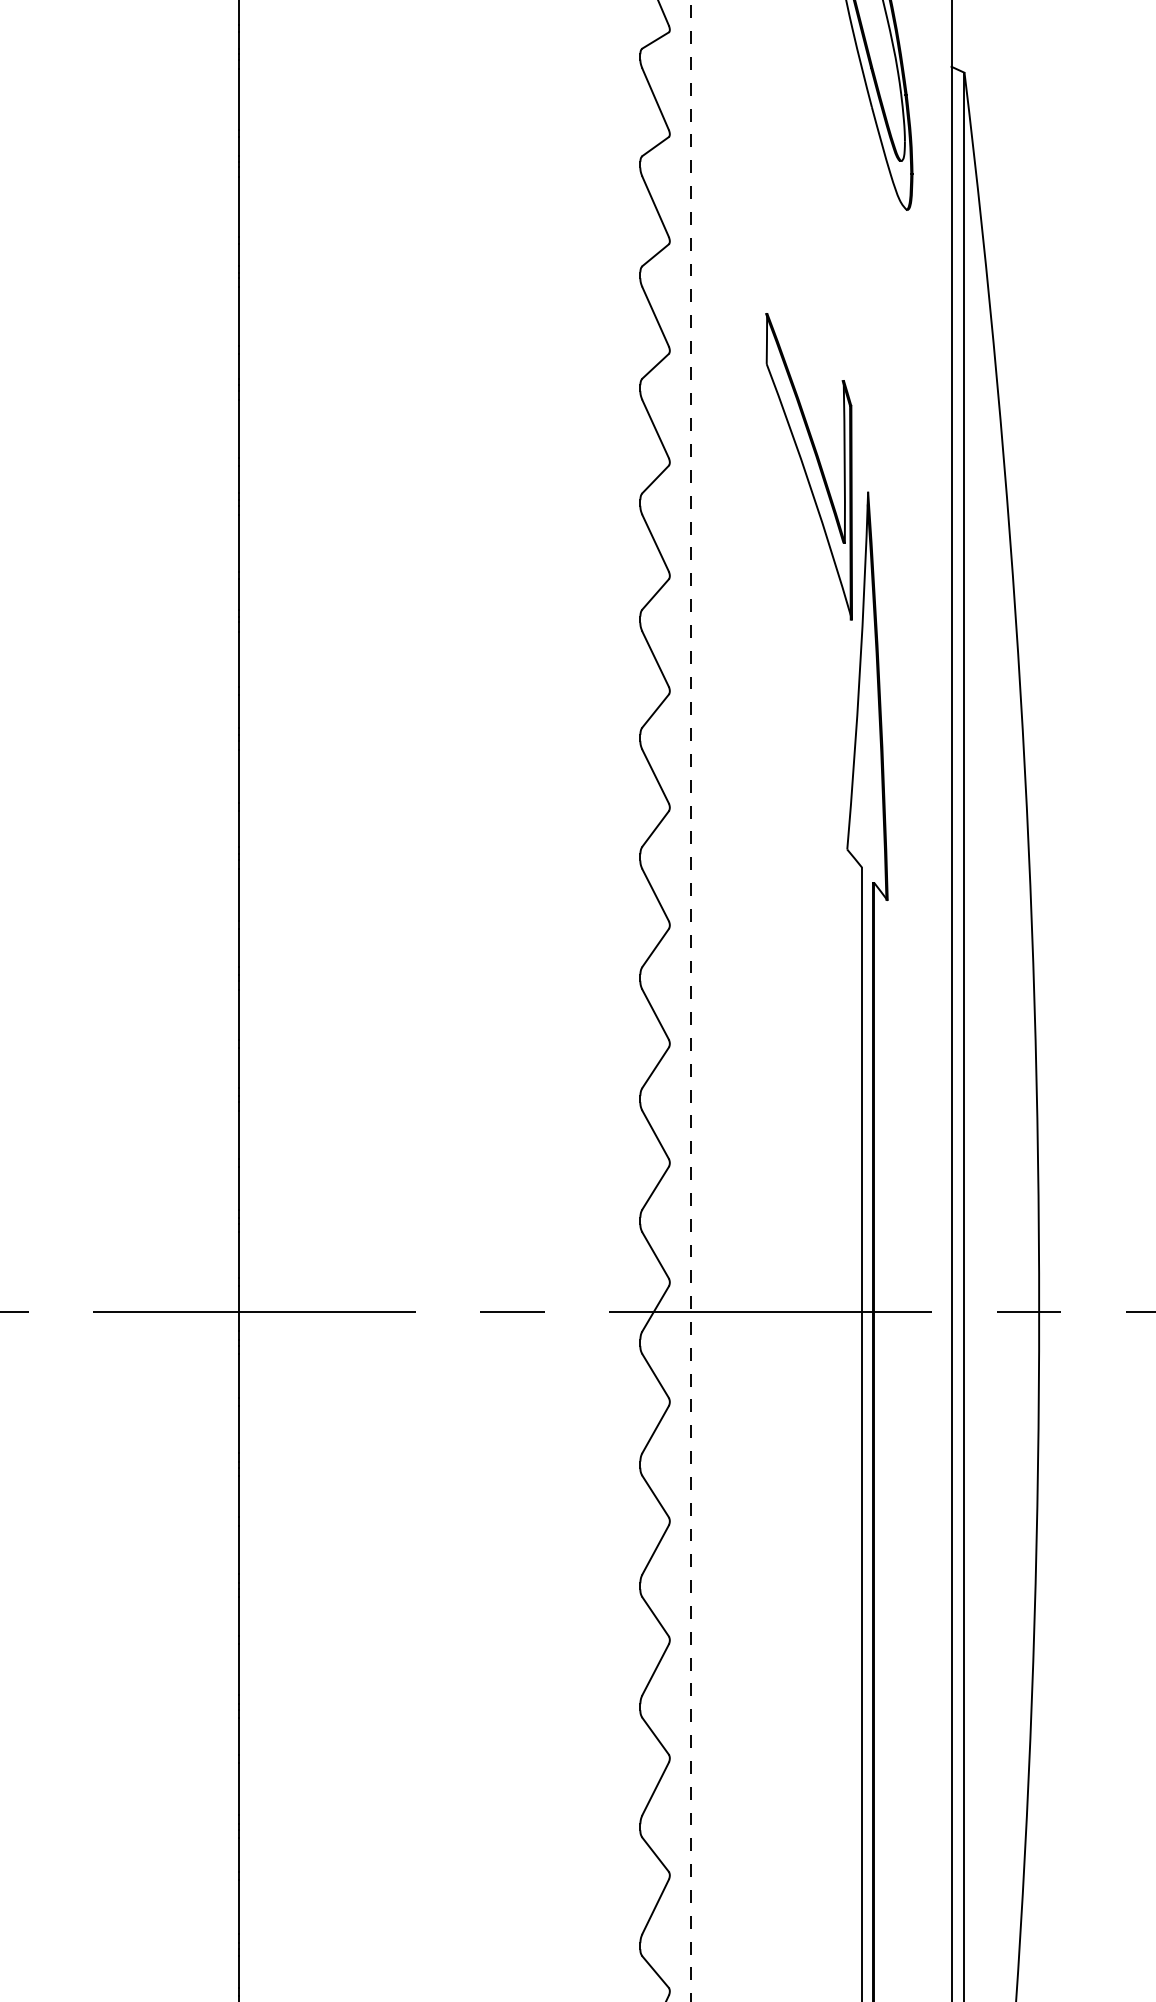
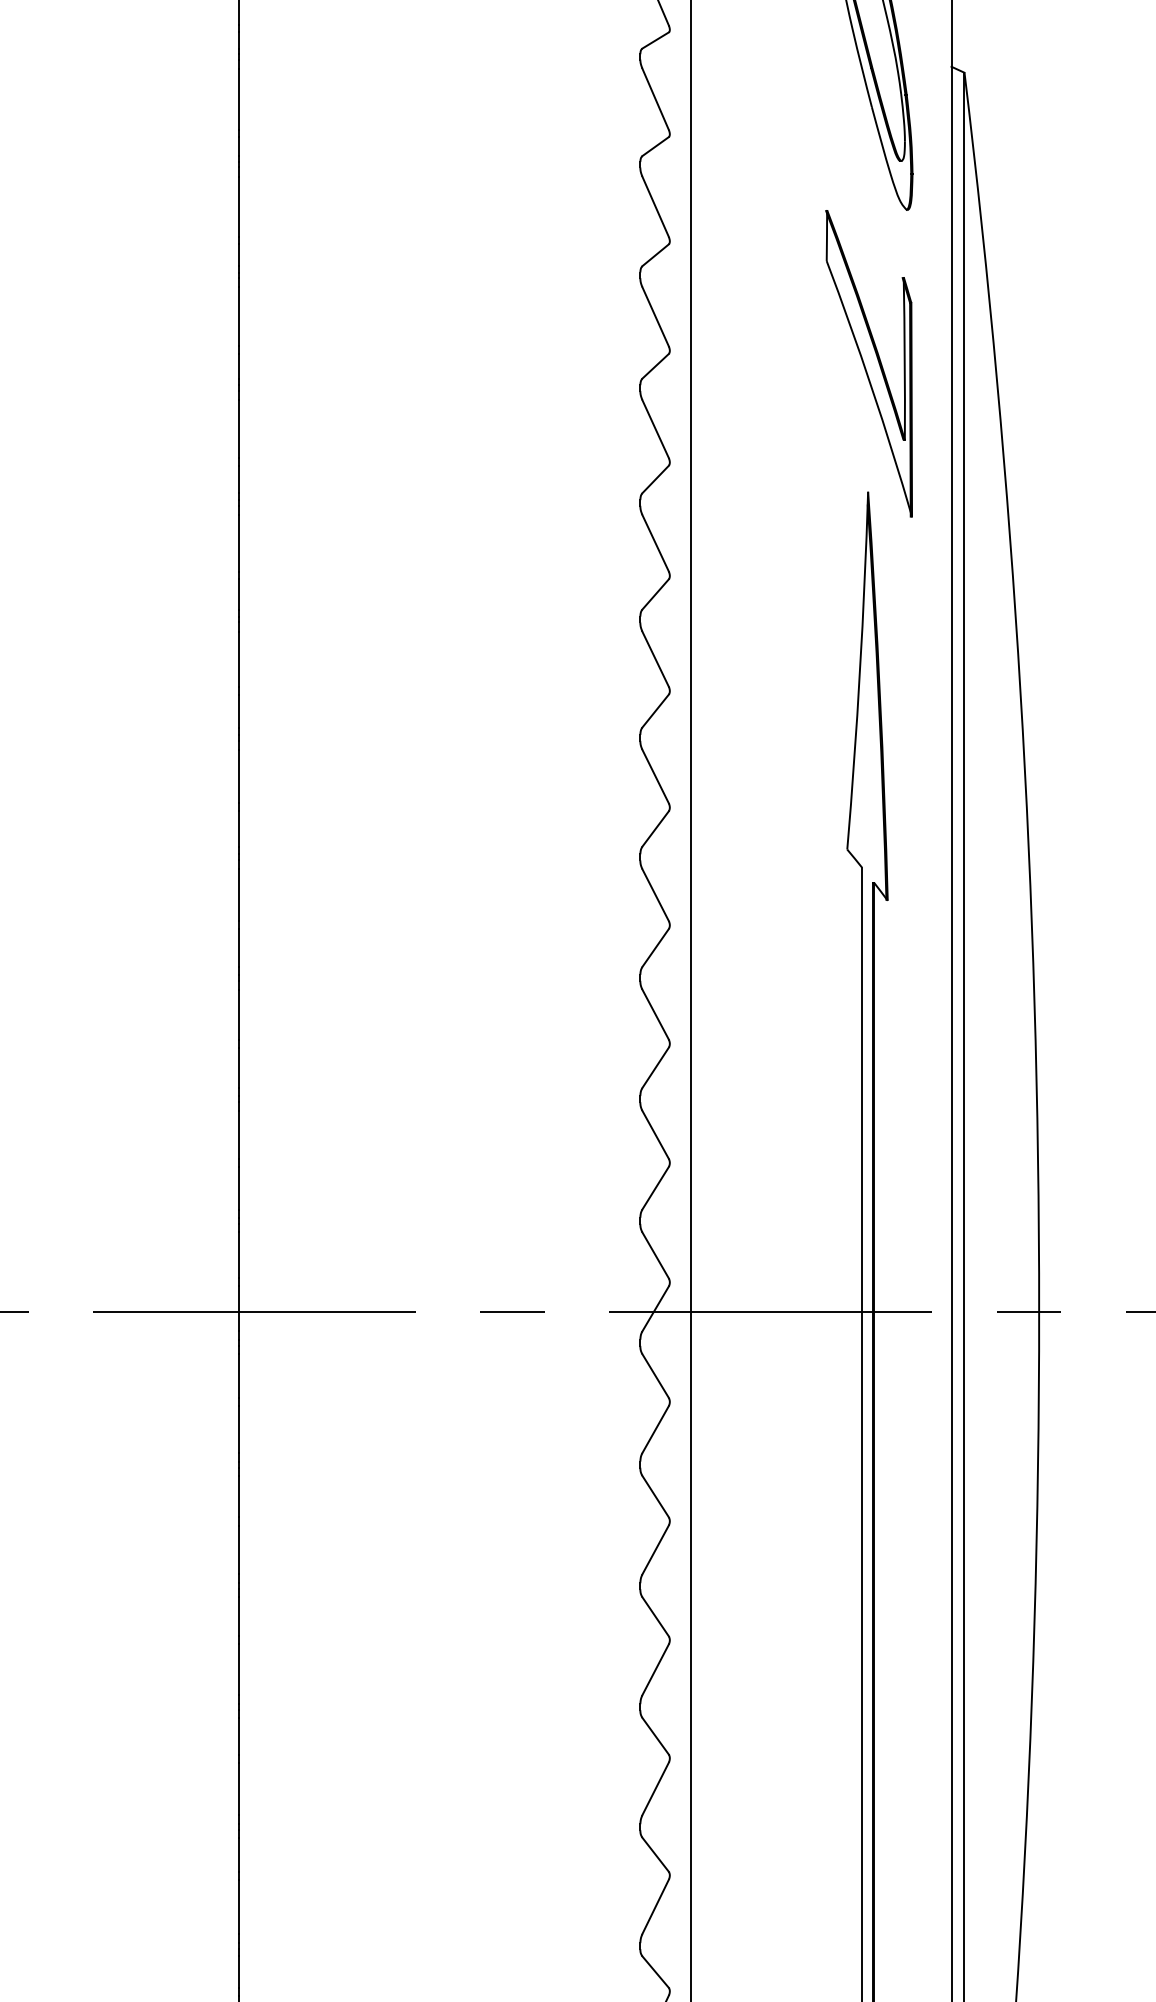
part at (808, 466) position: (808, 466) -> (868, 363)
line at (690, 1001): dashed -> solid
